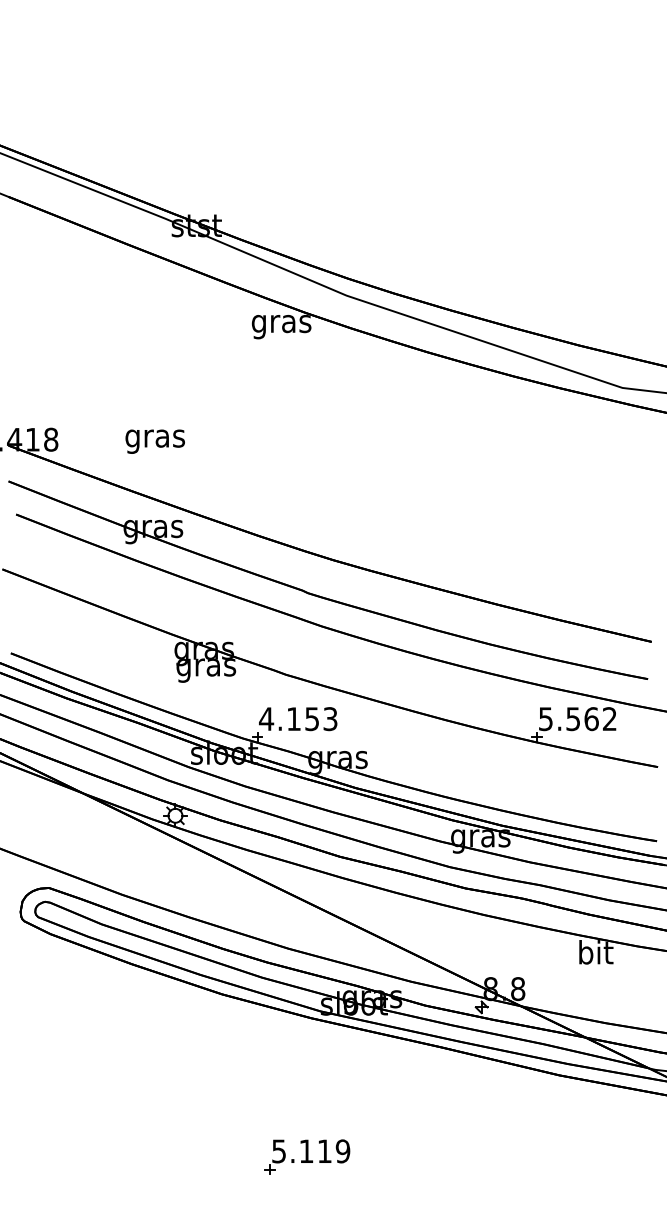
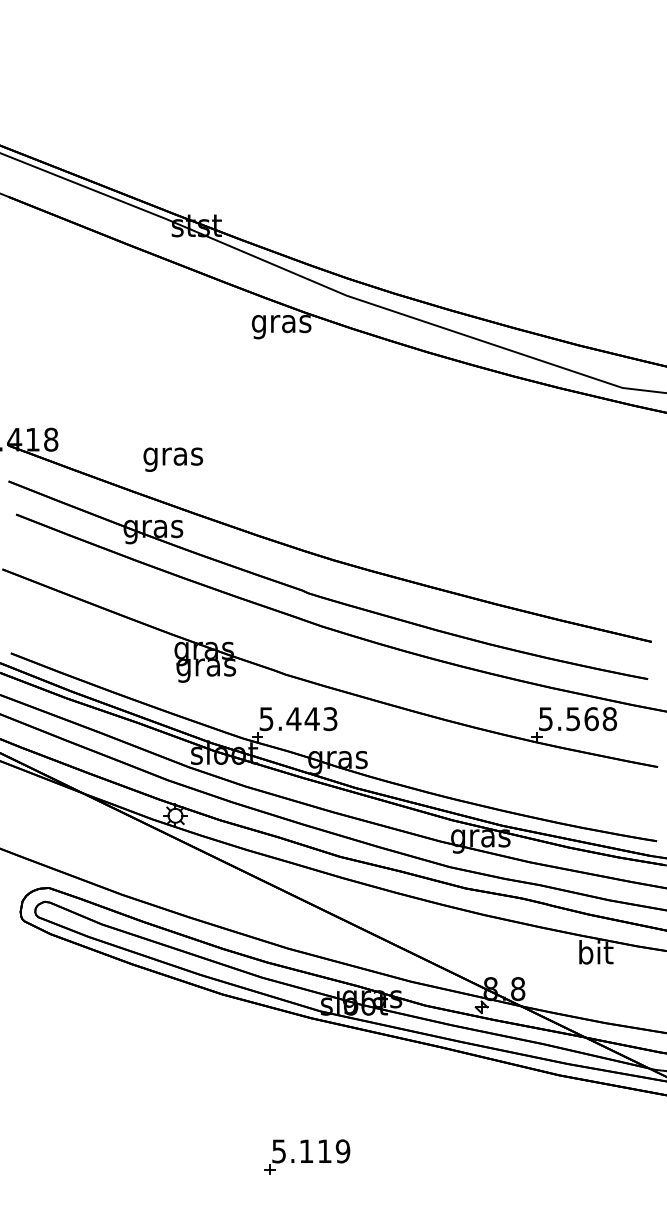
text at (154, 441) position: (154, 441) -> (172, 459)
text at (289, 719): 4.153 -> 5.443
text at (609, 719): 5.562 -> 5.568
